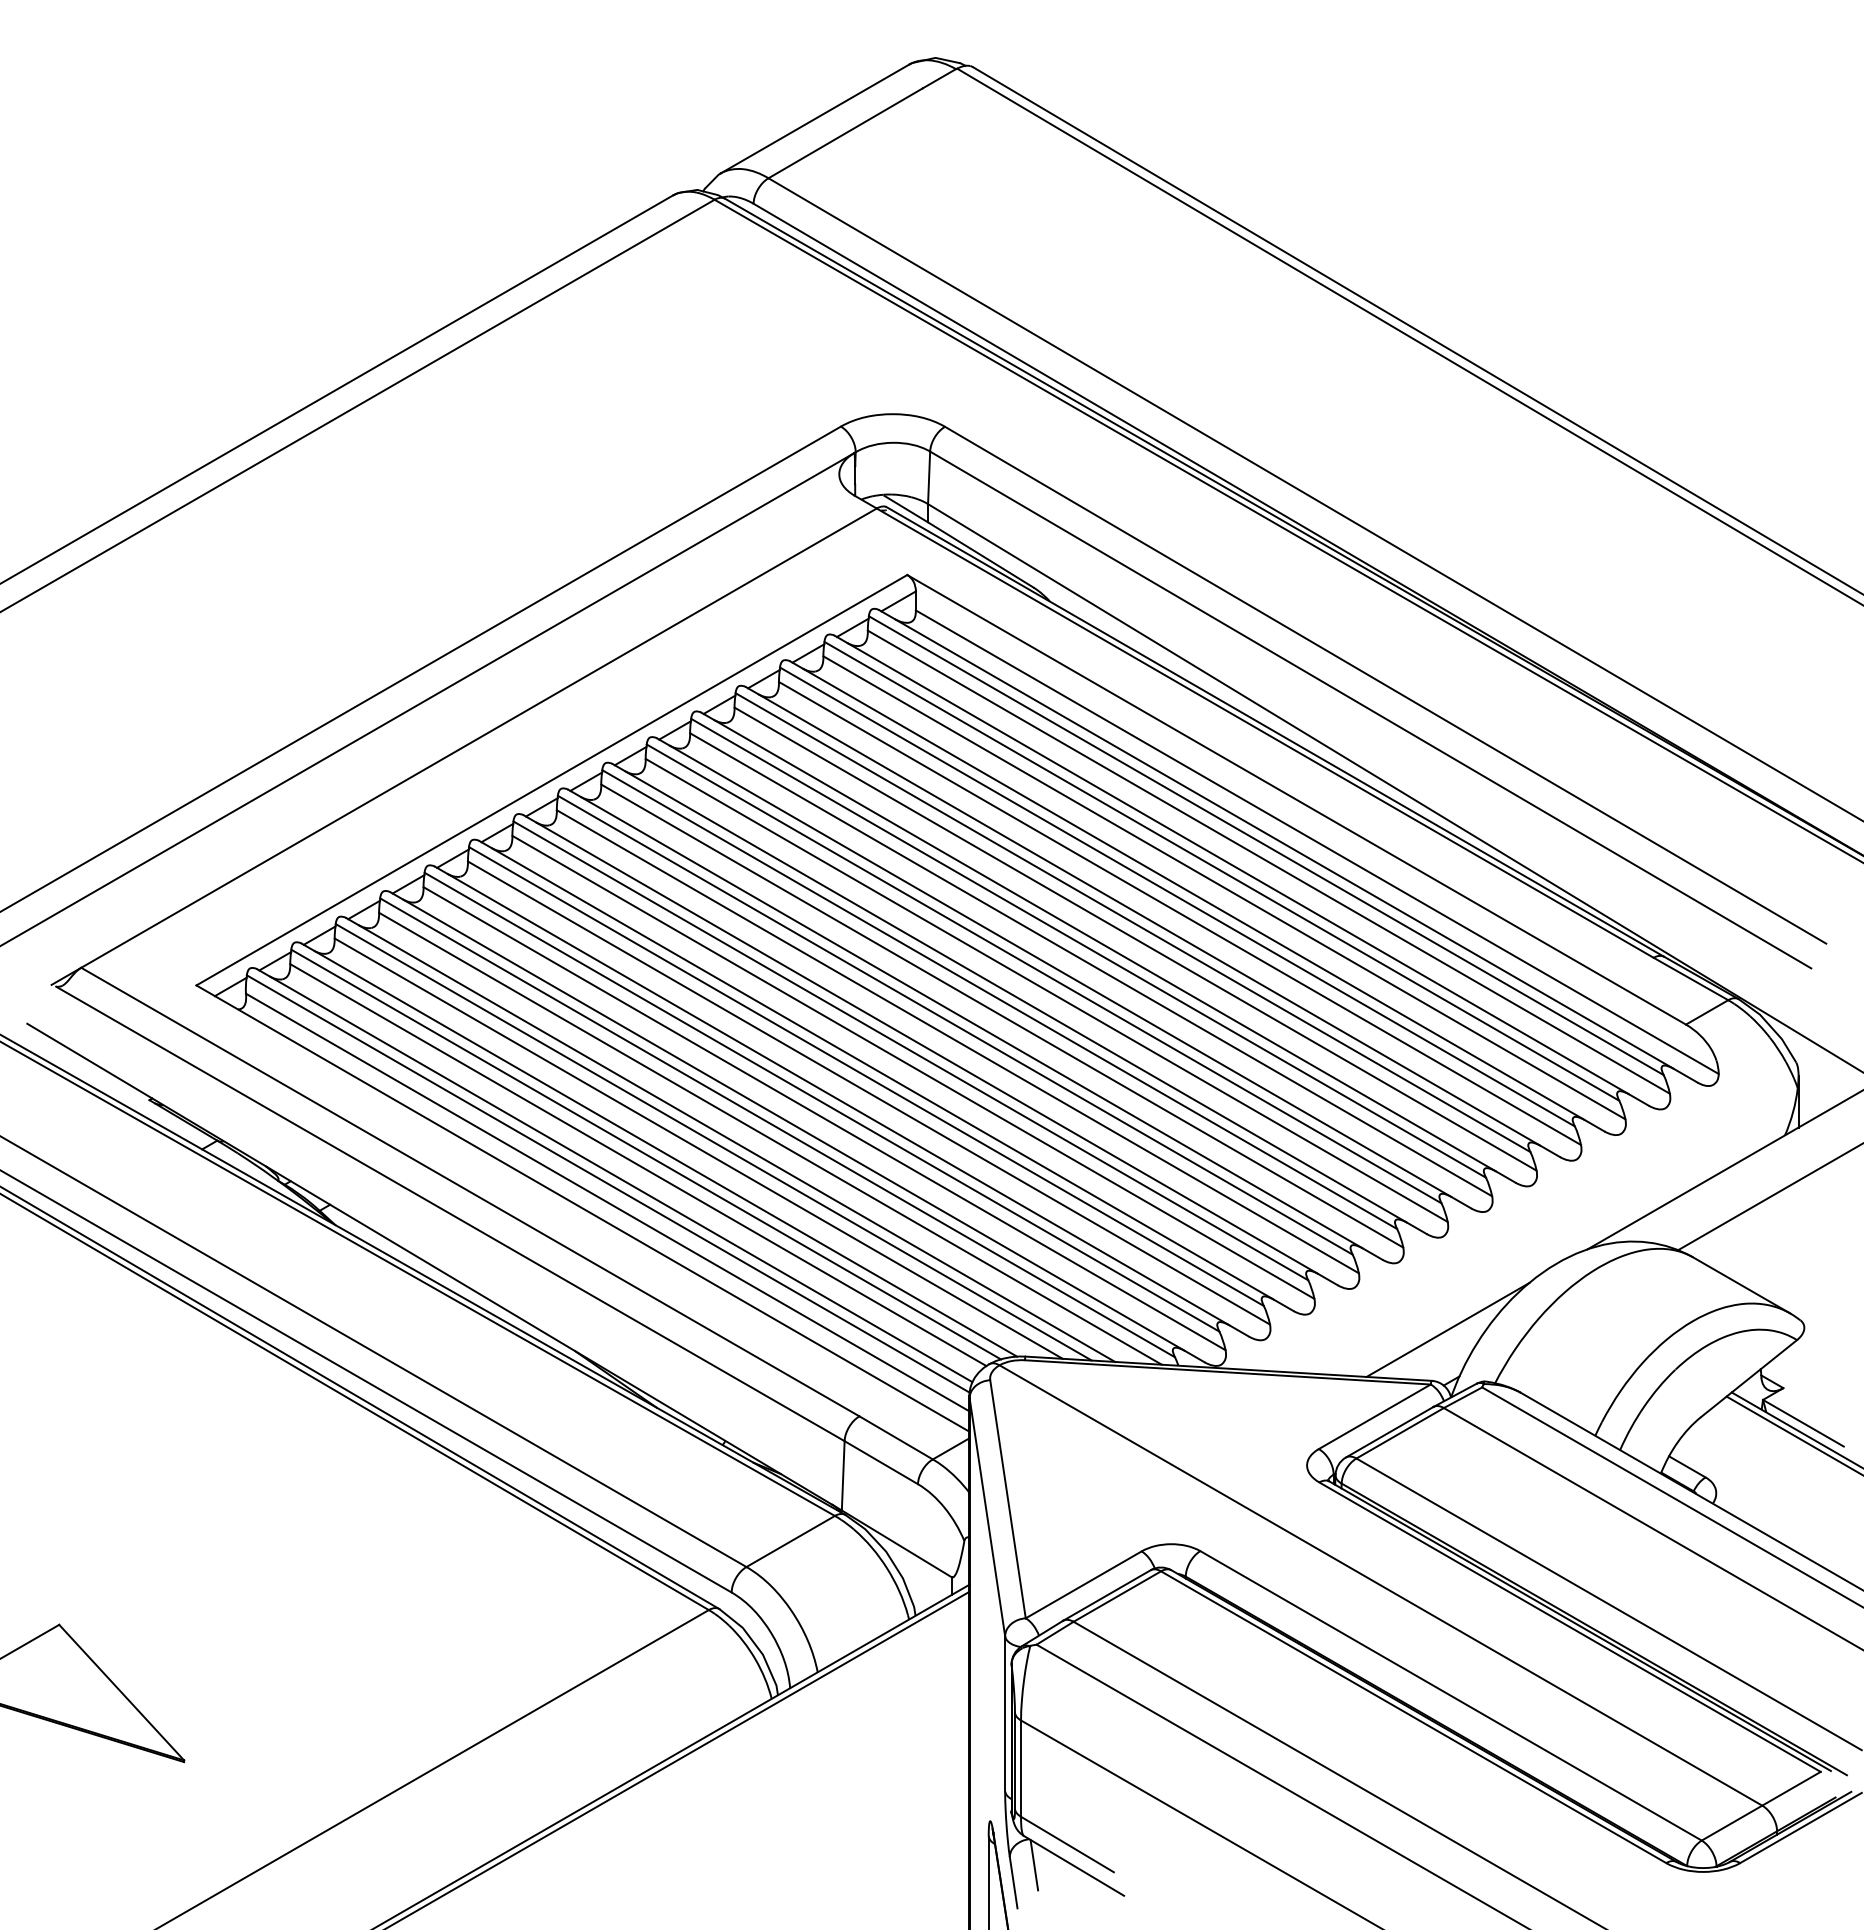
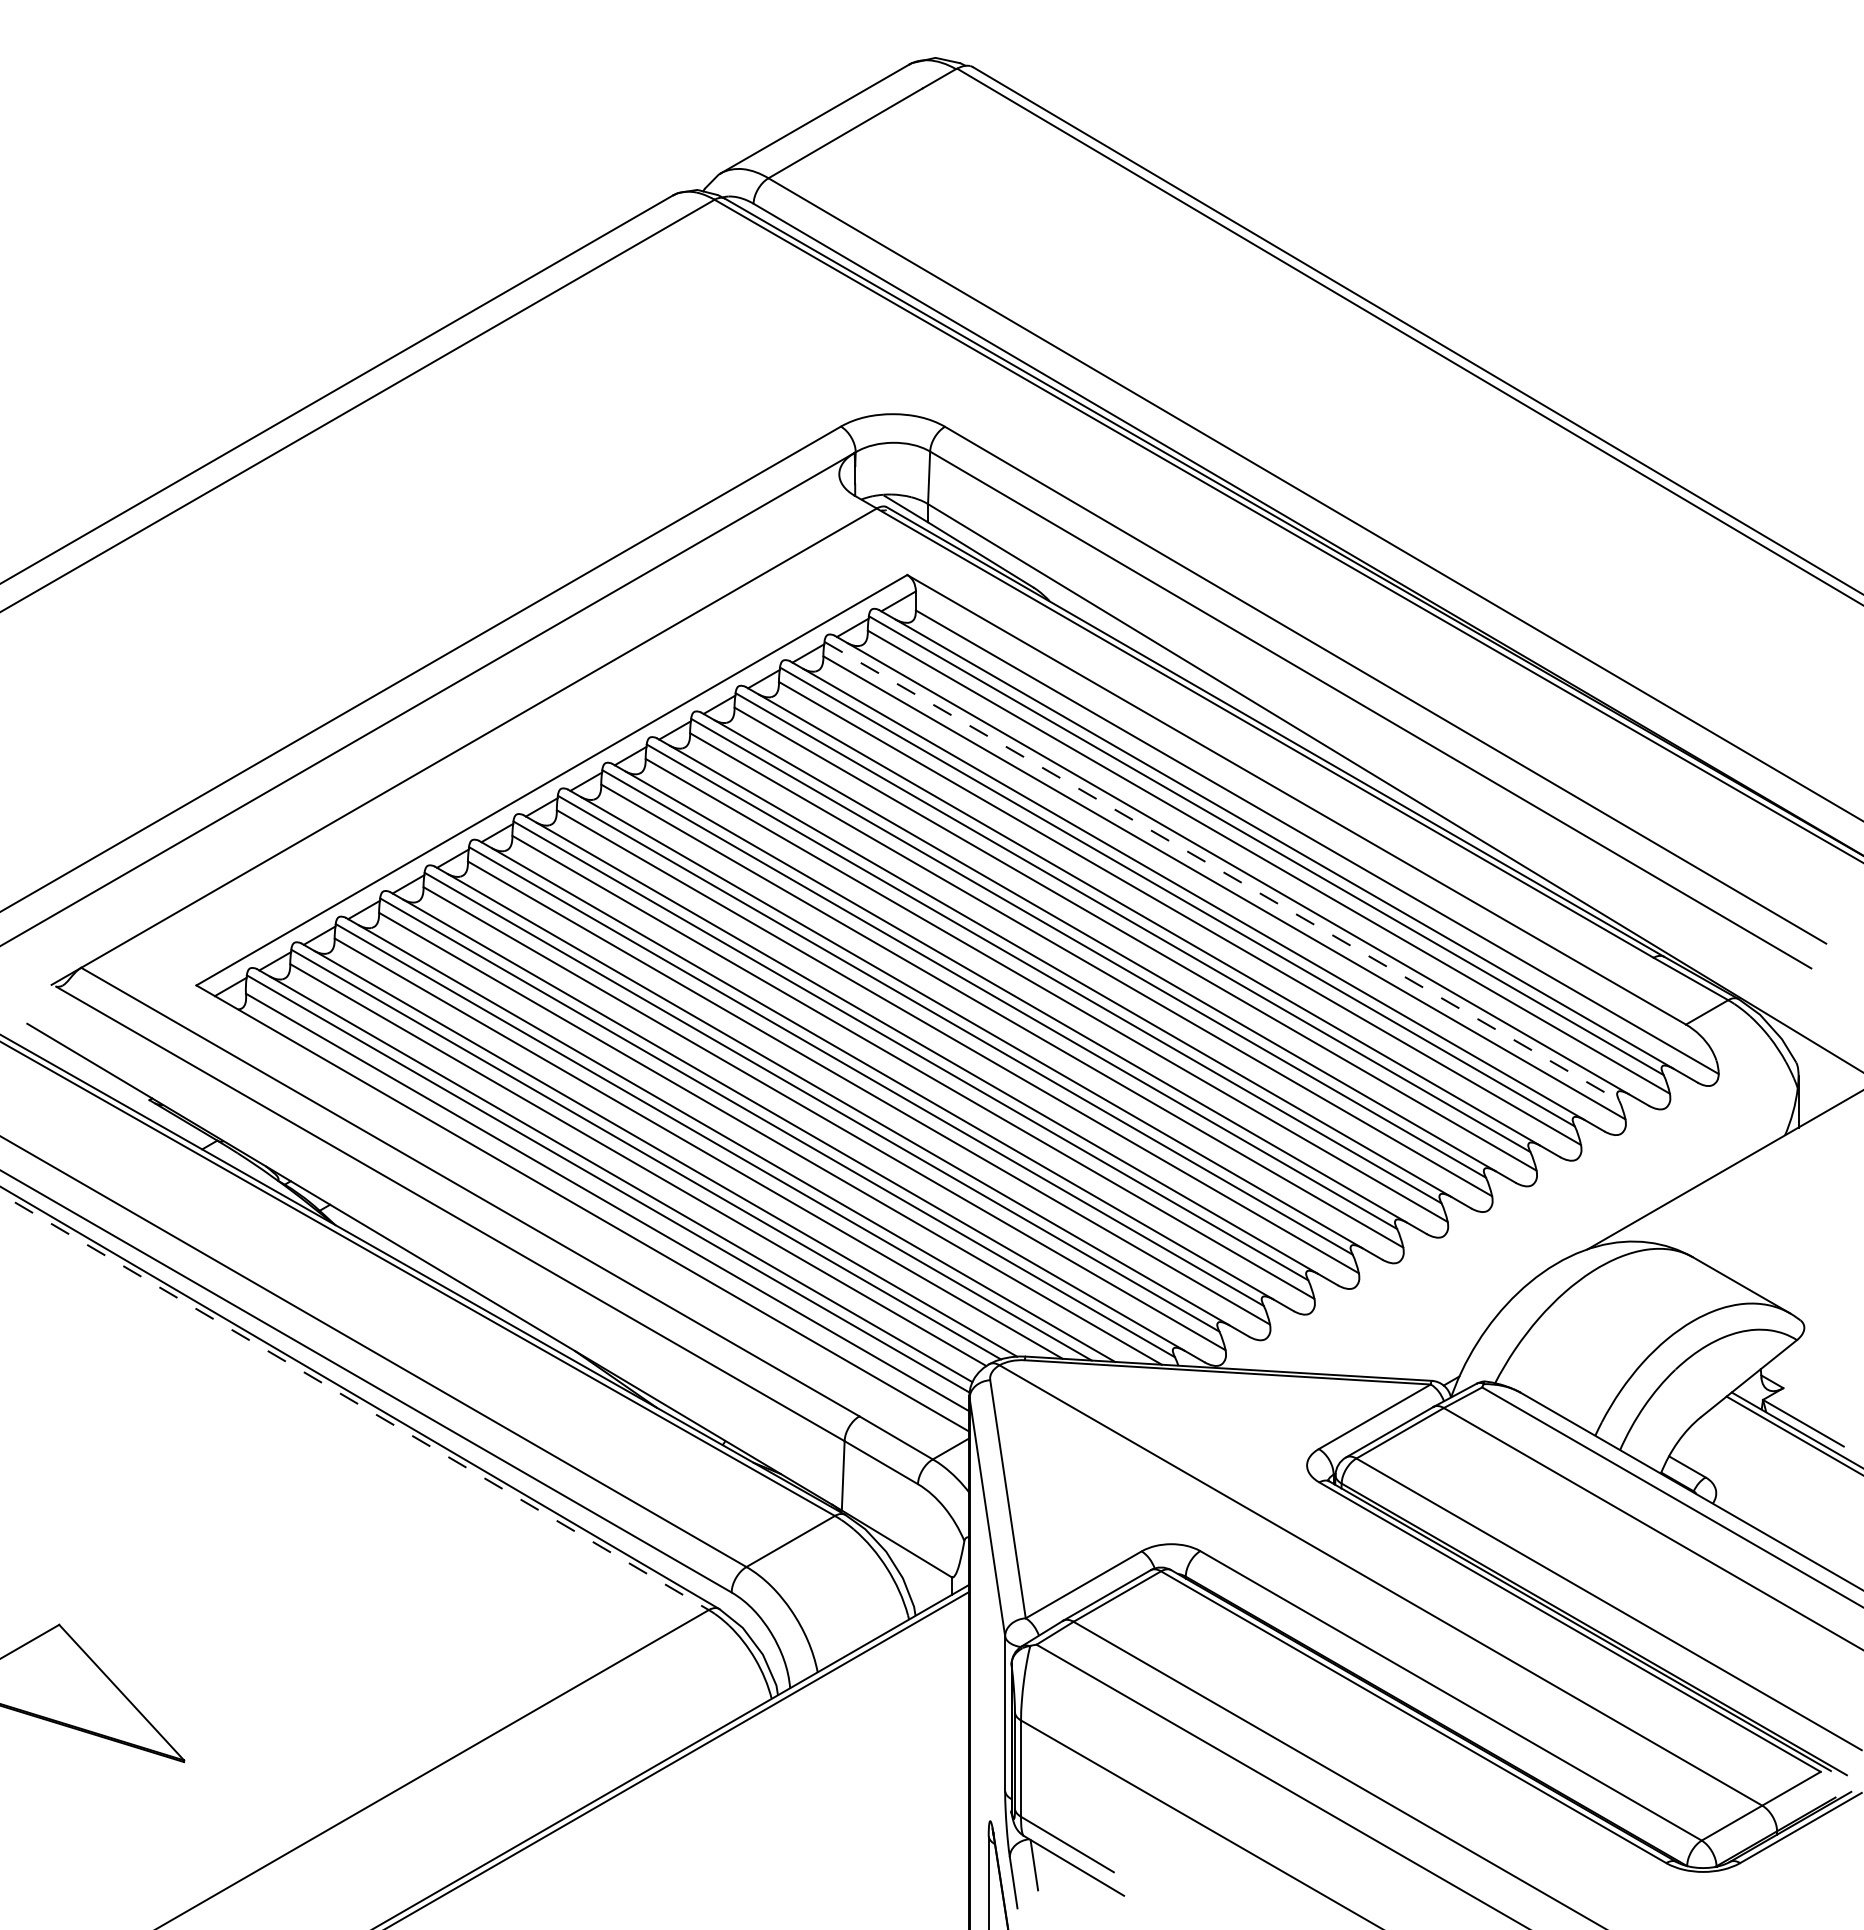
line at (1221, 871): solid -> dashed
line at (1769, 1197): present -> none
line at (1447, 1329): present -> none
line at (354, 1402): solid -> dashed
